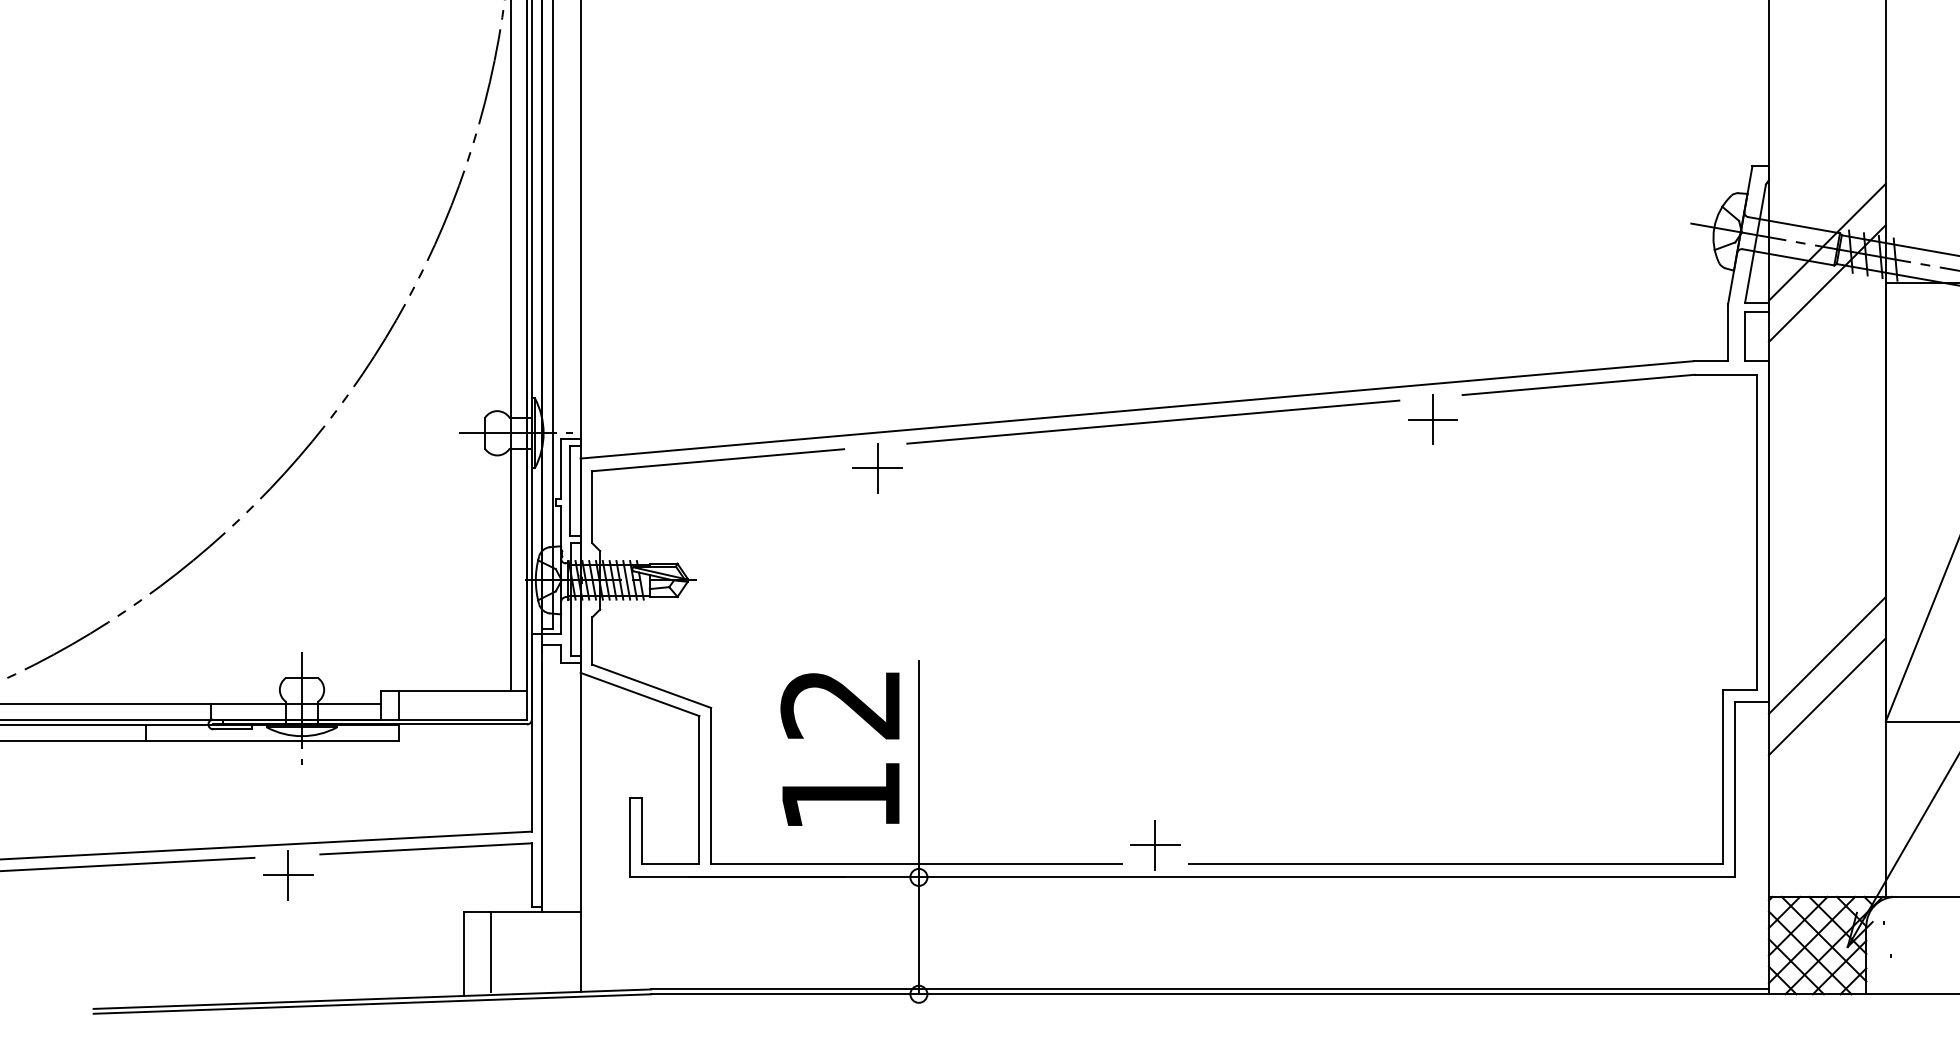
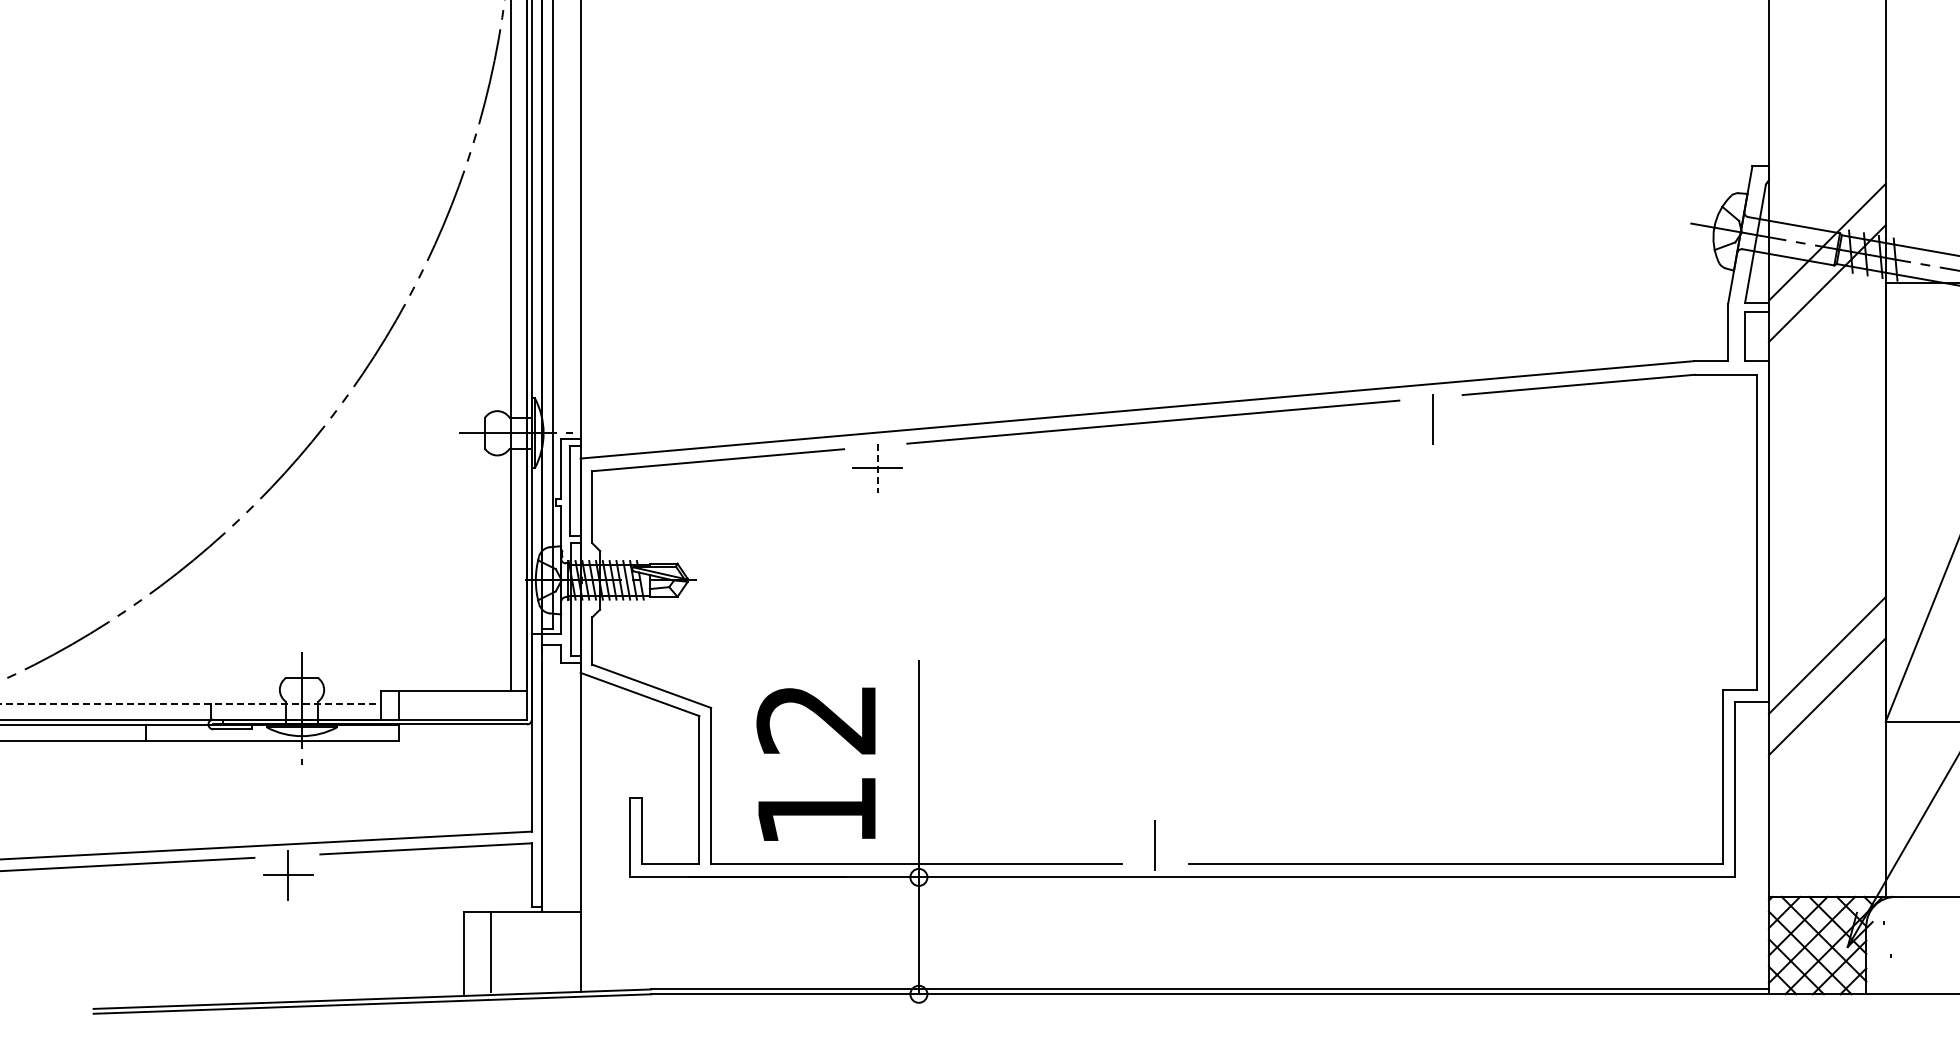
line at (1432, 419): present -> none
line at (877, 468): solid -> dashed
line at (191, 704): solid -> dashed
text at (839, 748) position: (839, 748) -> (815, 763)
line at (1154, 845): present -> none
